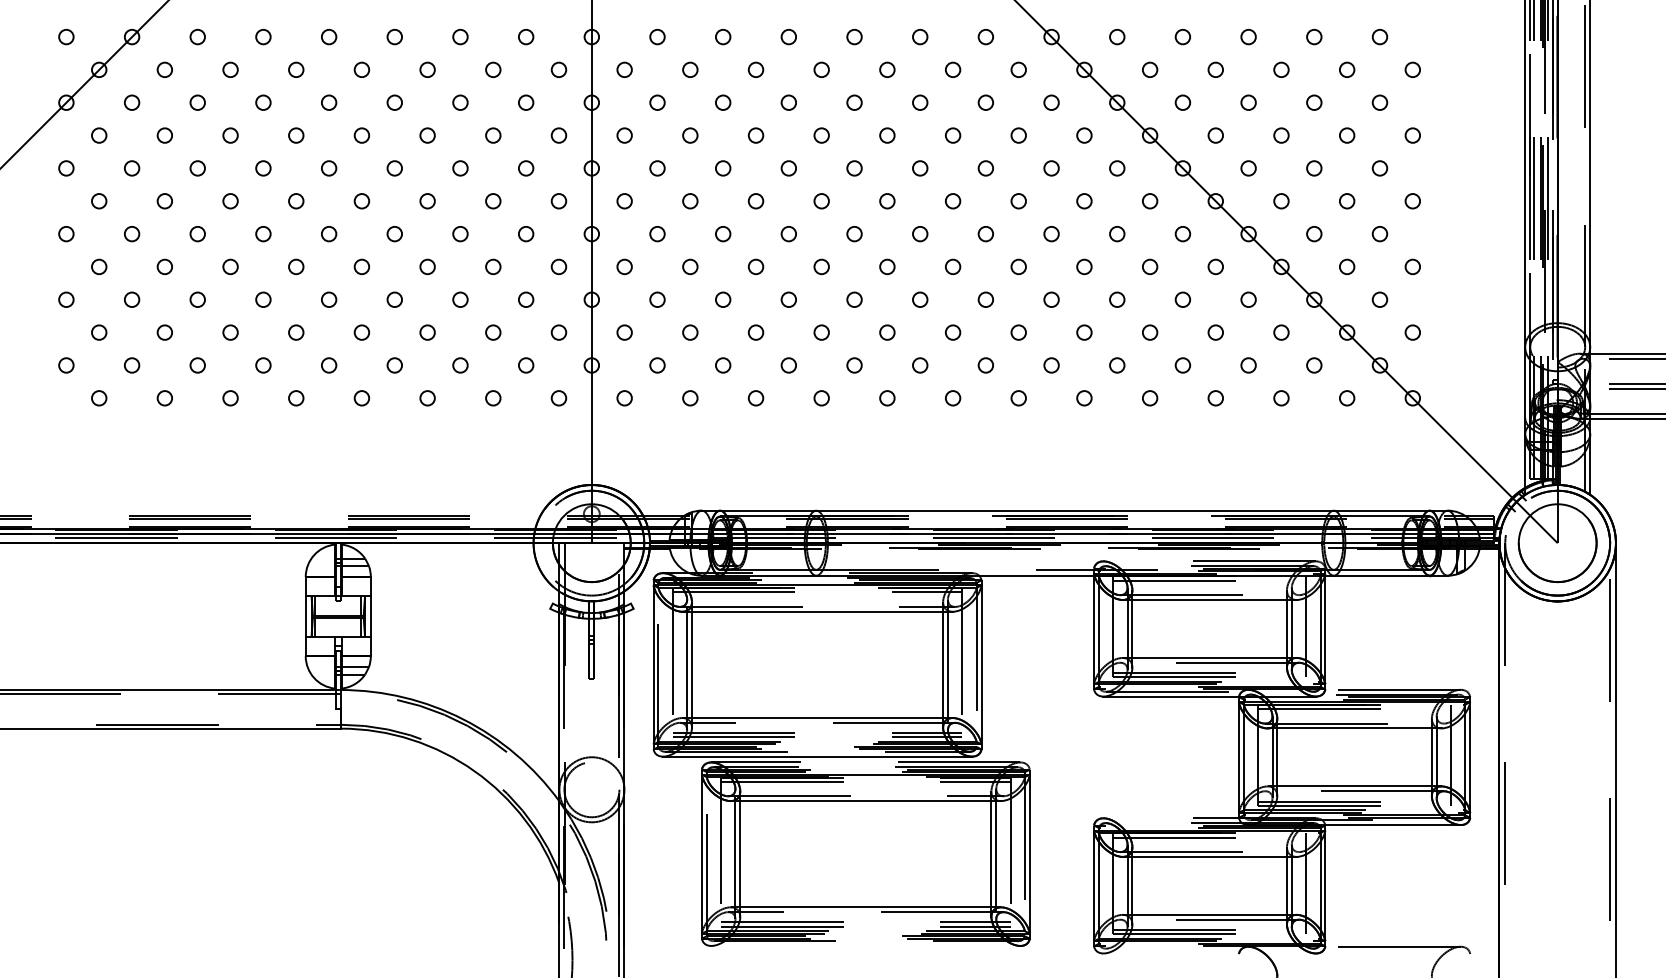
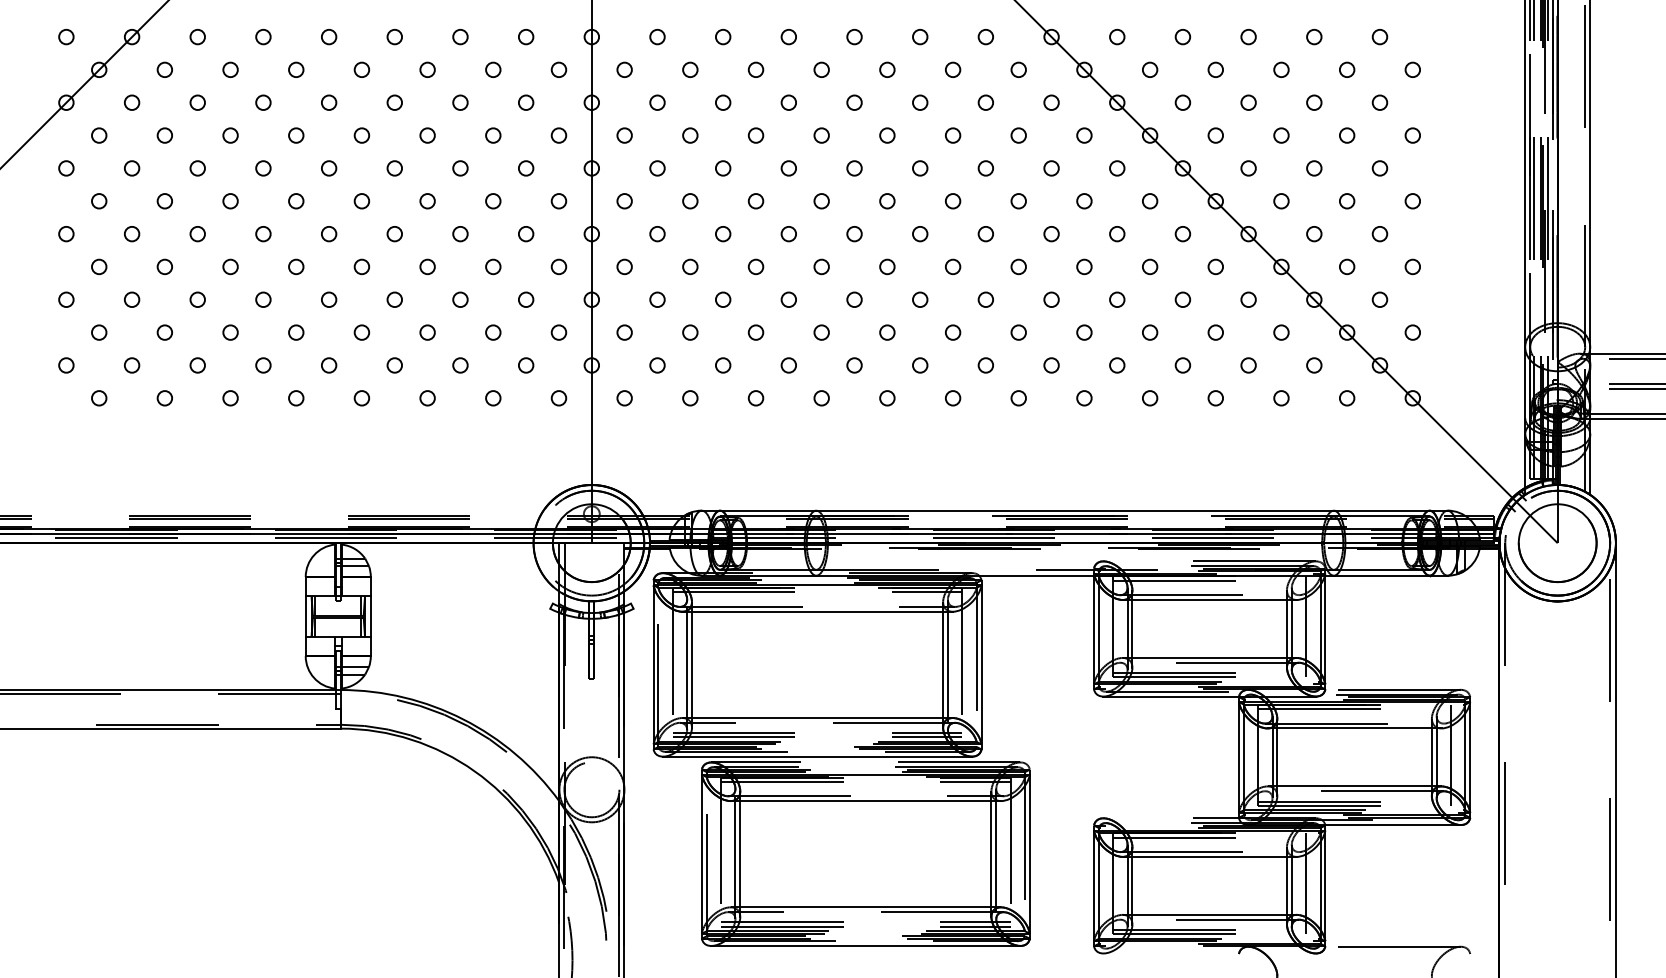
line at (865, 945): none -> present
